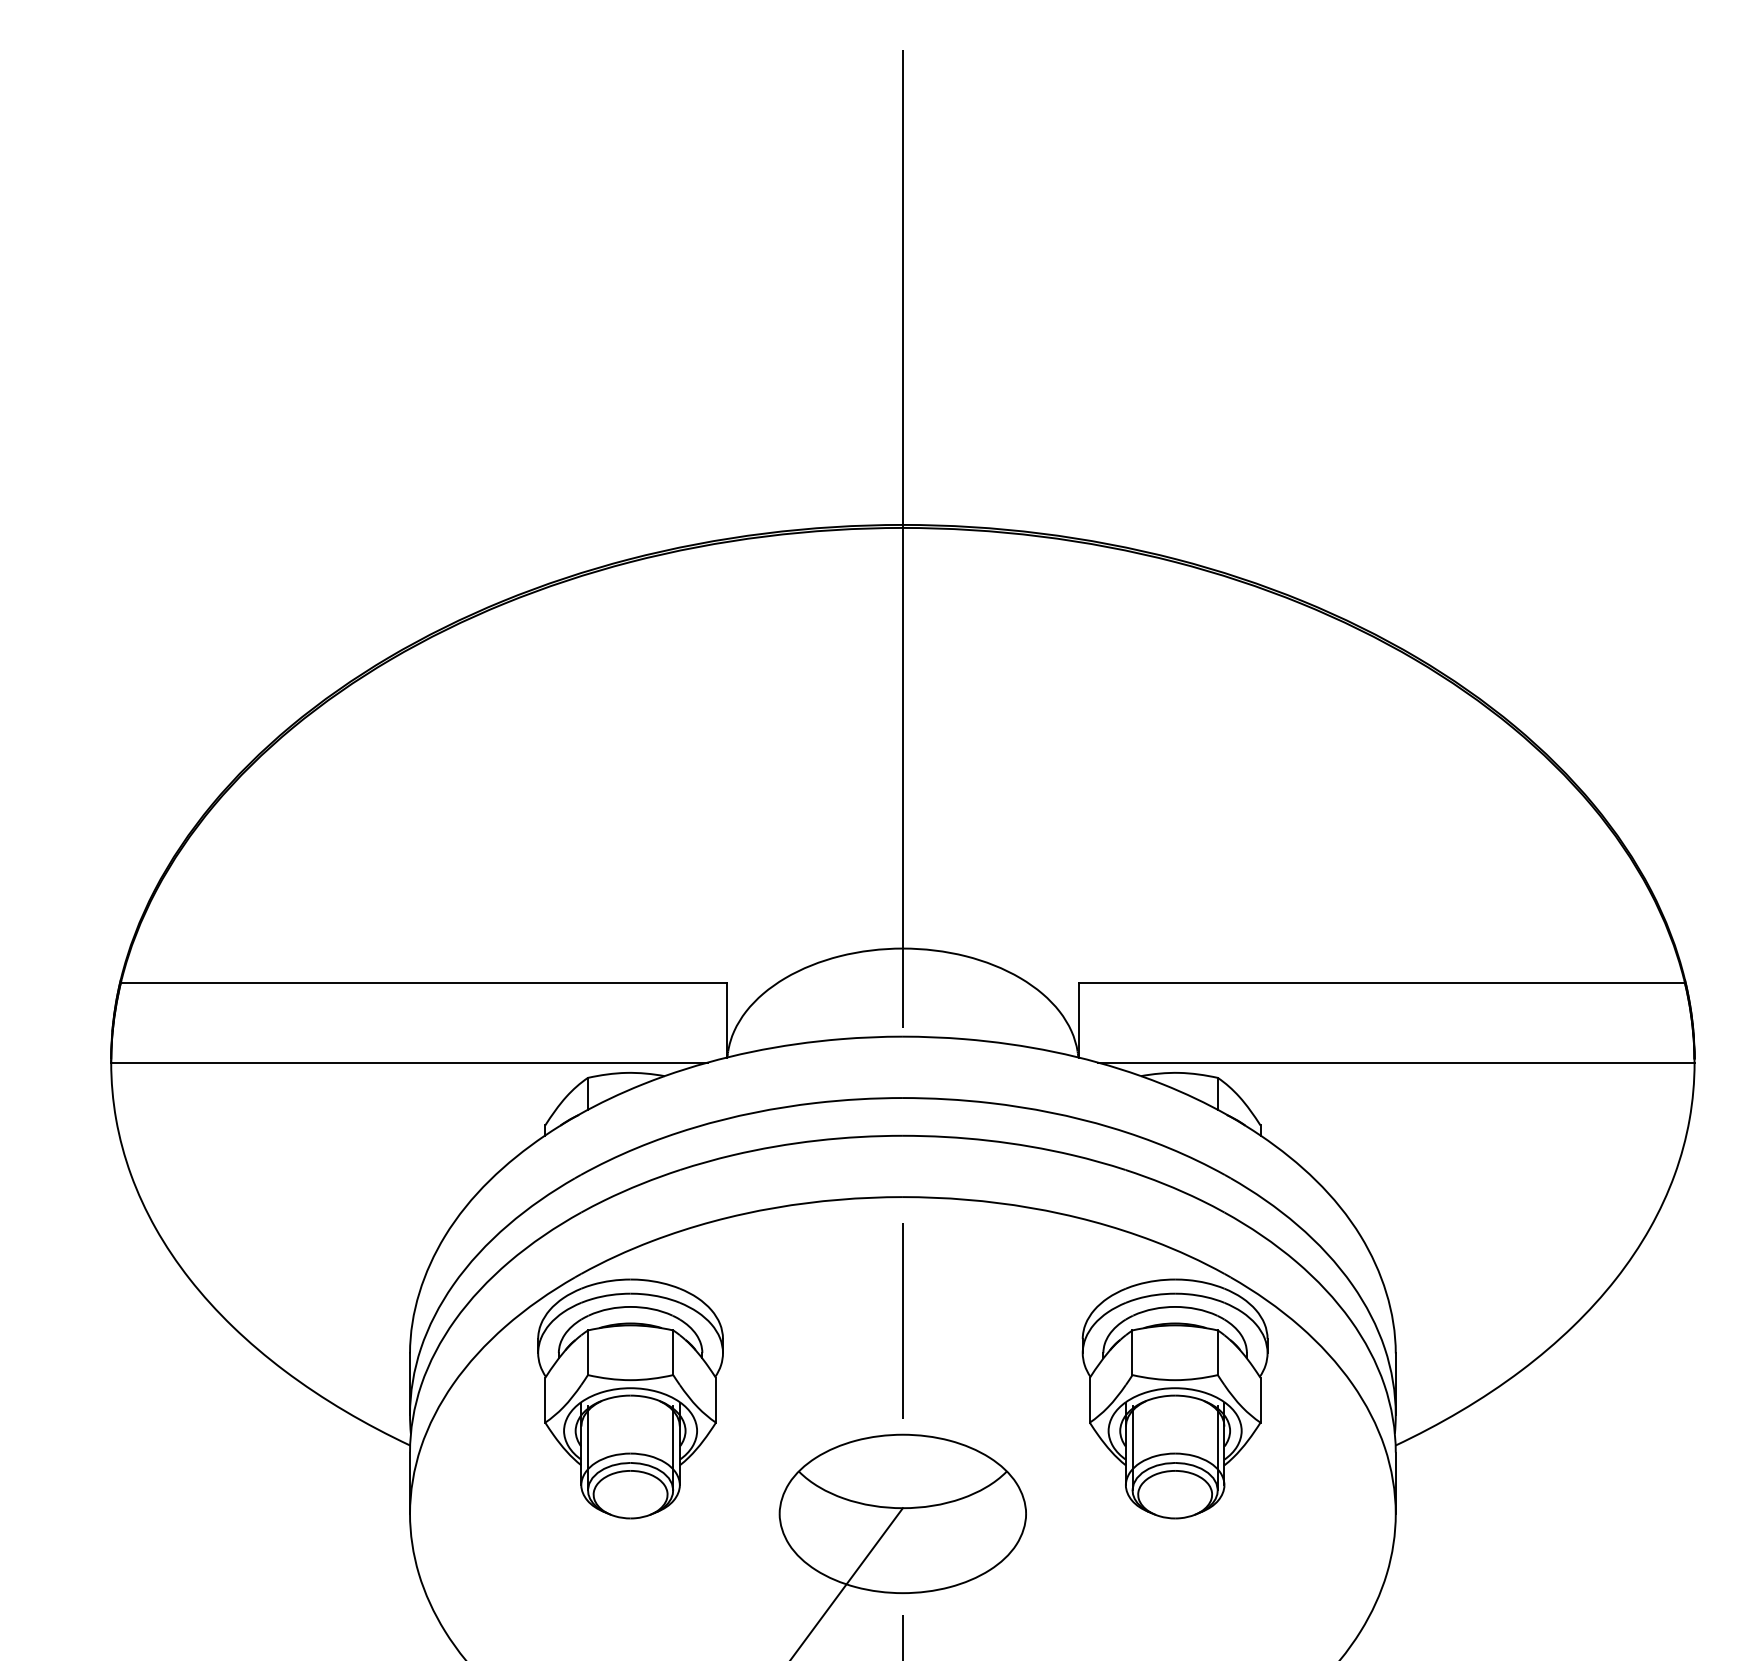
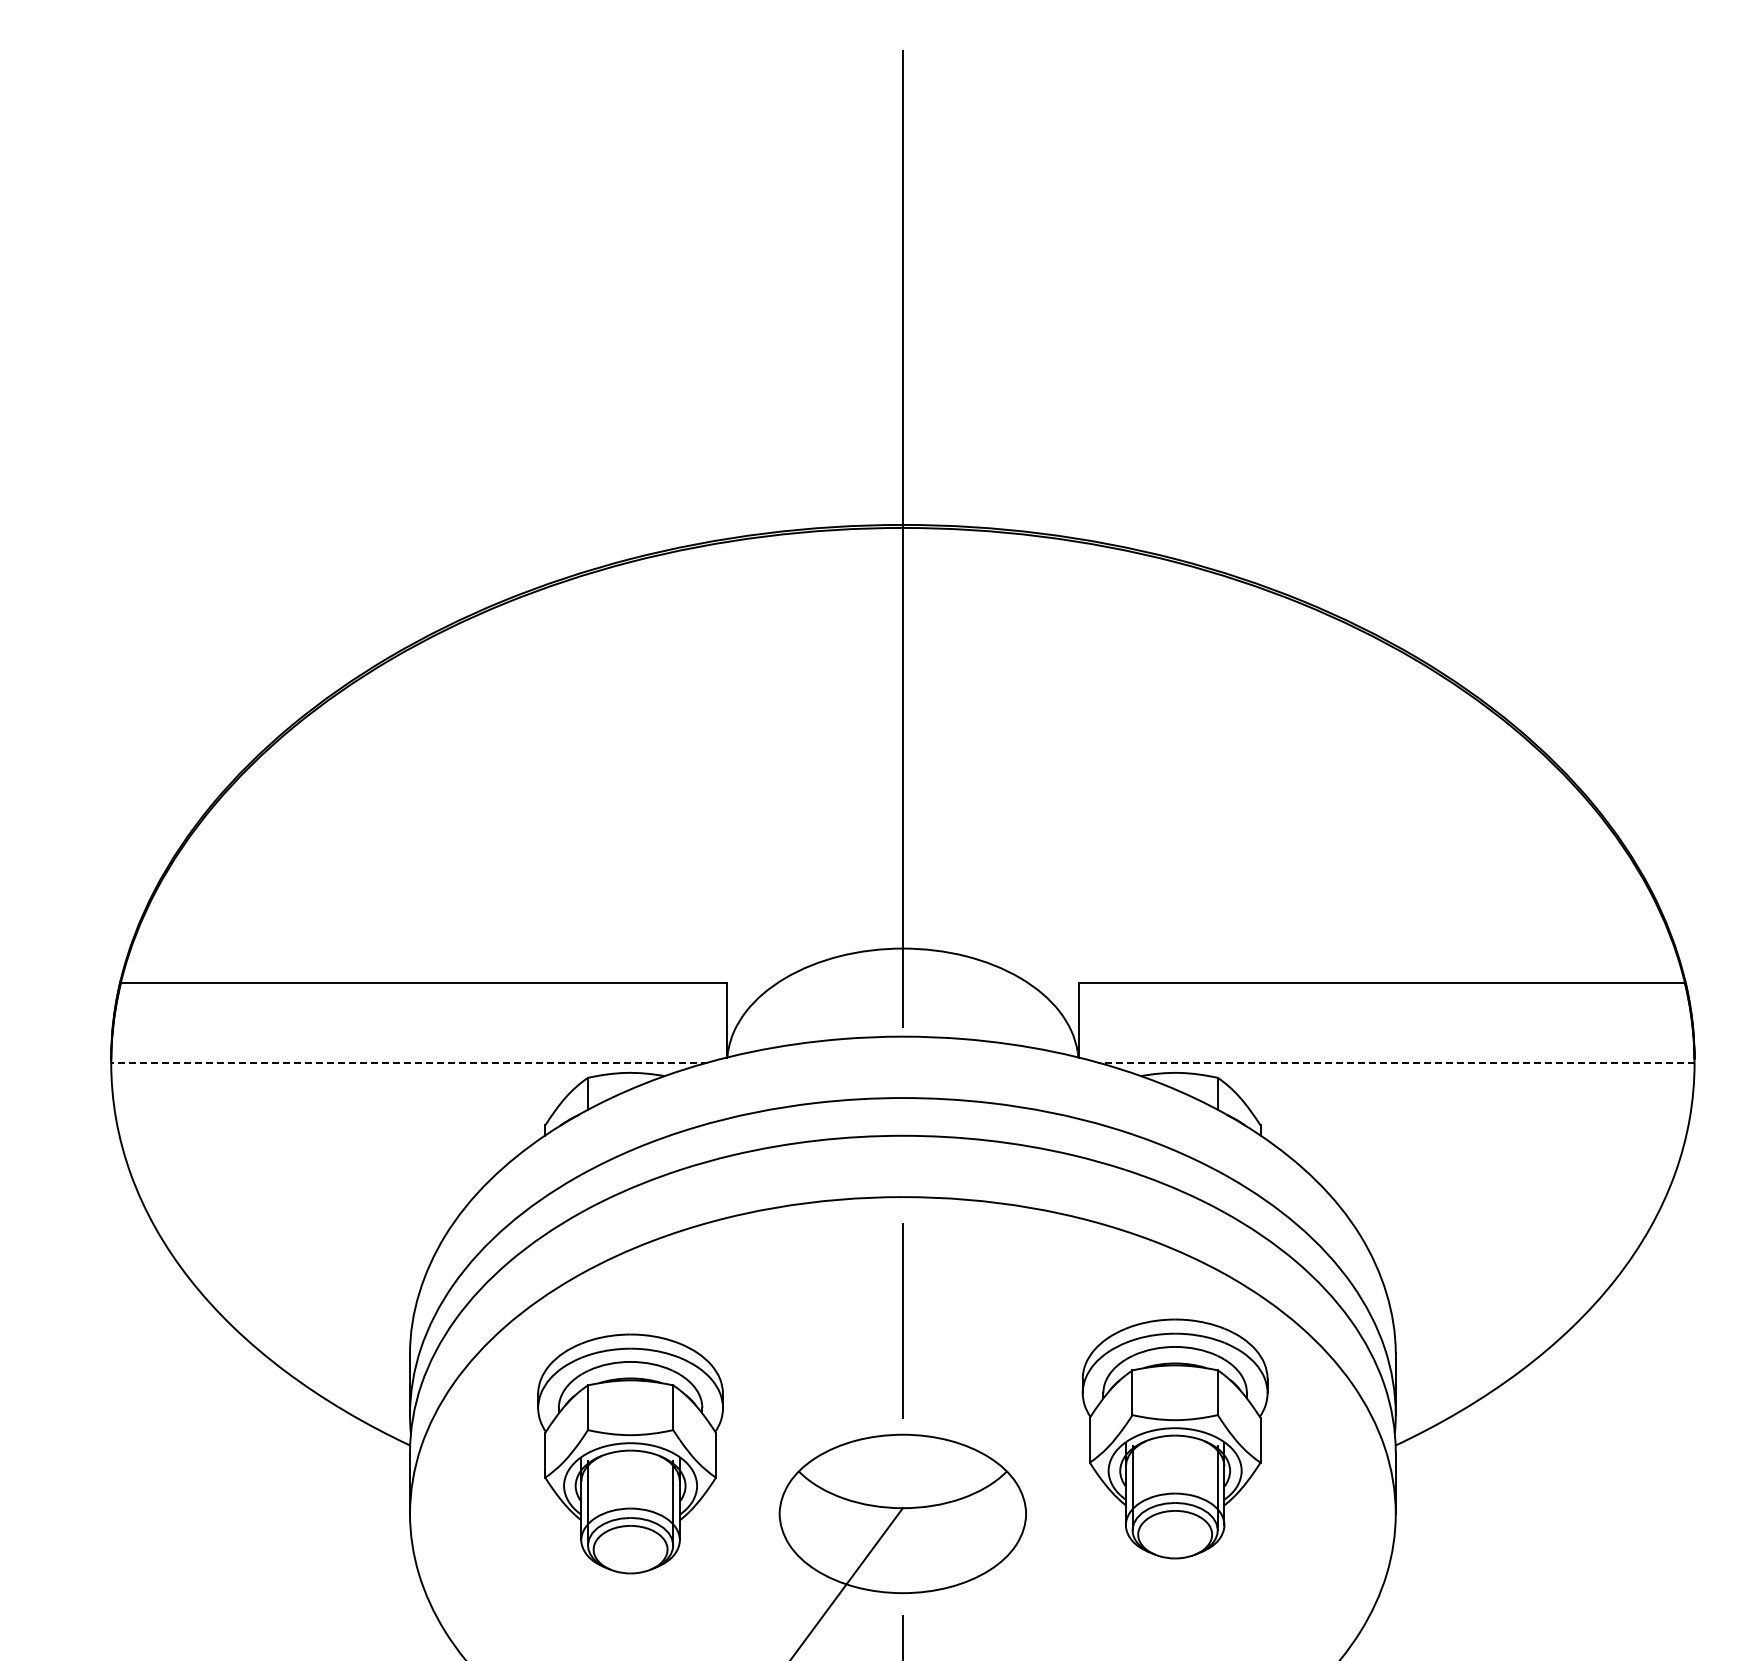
line at (409, 1062): solid -> dashed
line at (1395, 1062): solid -> dashed
part at (630, 1398) position: (630, 1398) -> (630, 1453)
part at (1174, 1398) position: (1174, 1398) -> (1174, 1438)
